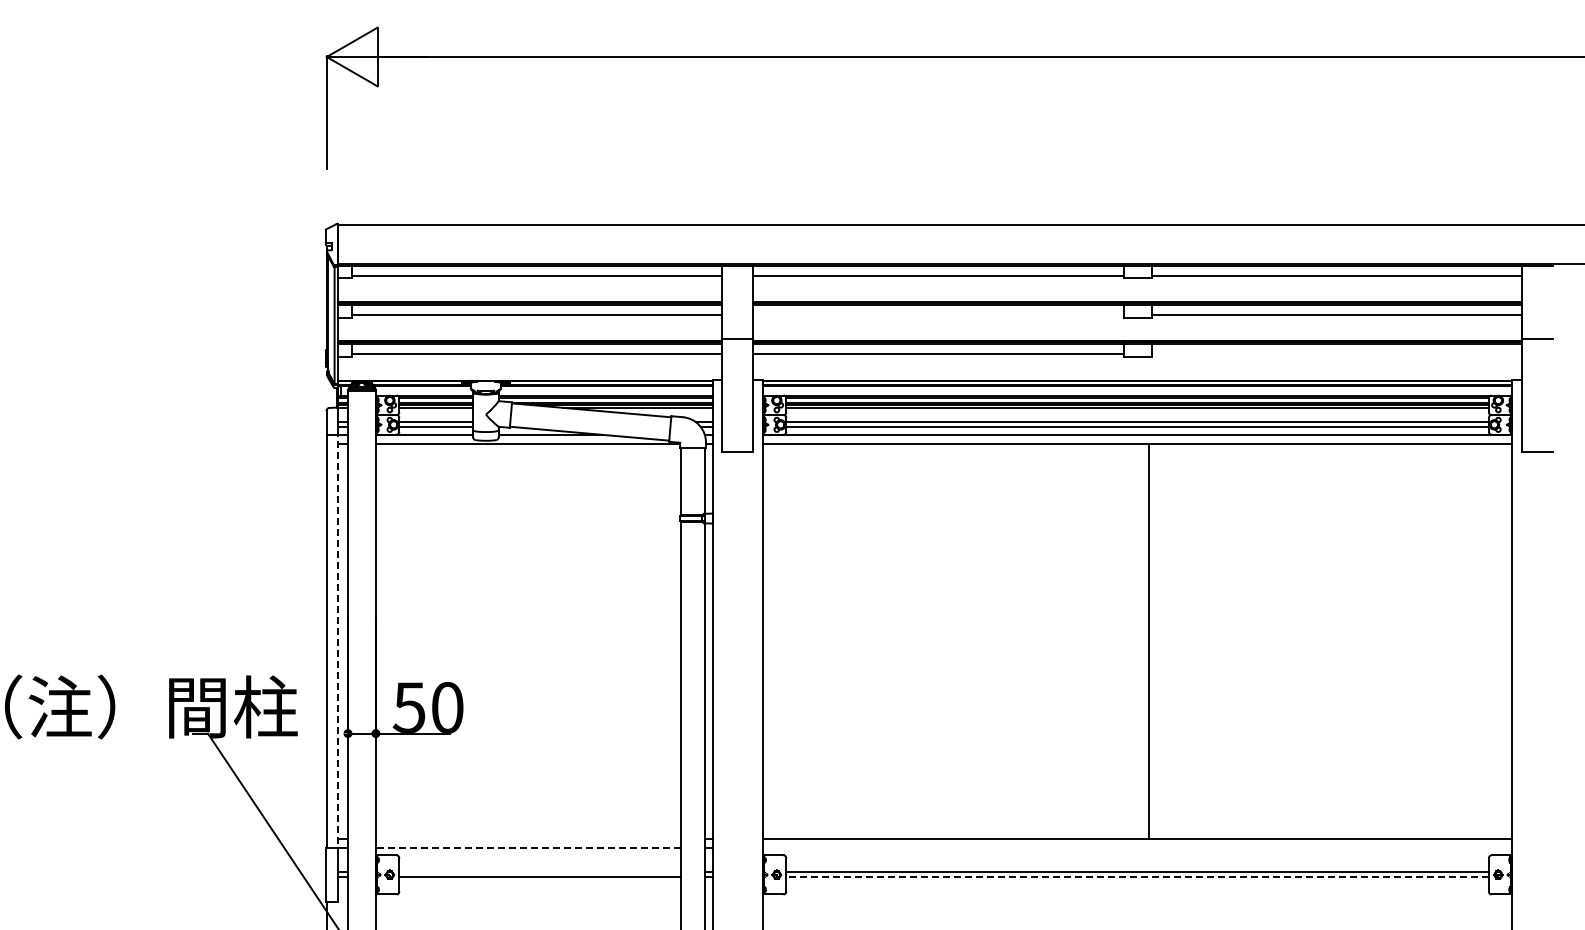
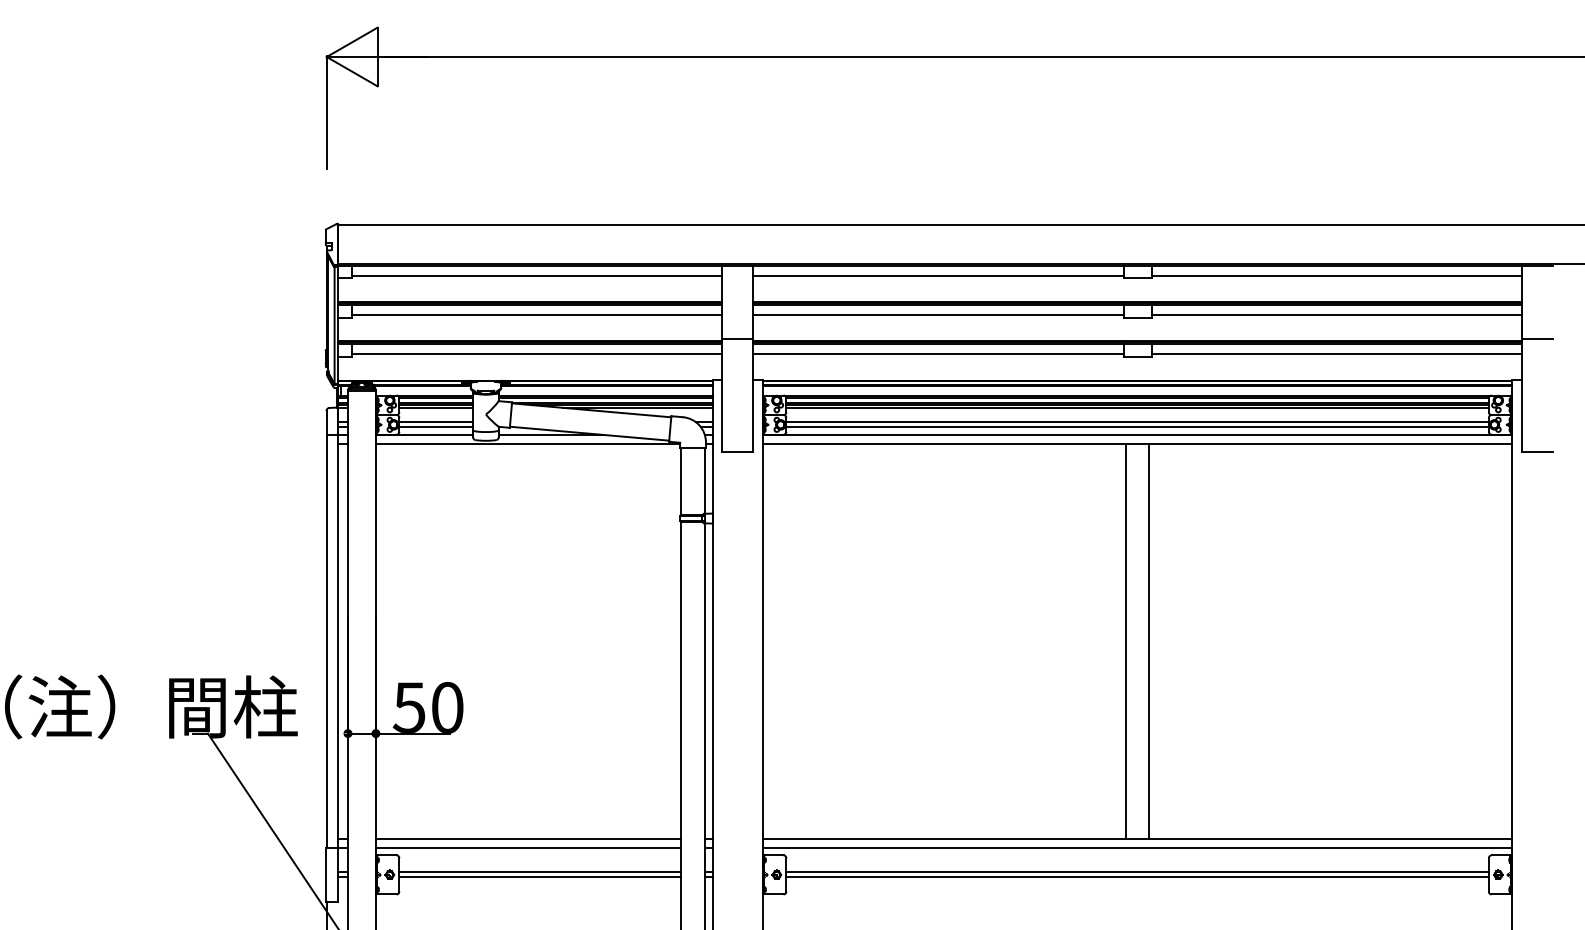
line at (938, 314): none -> present
line at (1336, 354): none -> present
line at (337, 628): dashed -> solid
line at (1126, 640): none -> present
line at (528, 838): none -> present
line at (528, 847): dashed -> solid
line at (1137, 847): none -> present
line at (540, 872): none -> present
line at (1137, 877): dashed -> solid
